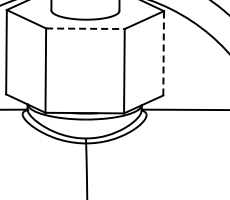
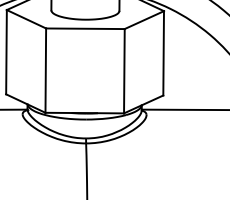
line at (85, 28): dashed -> solid
line at (163, 52): dashed -> solid
